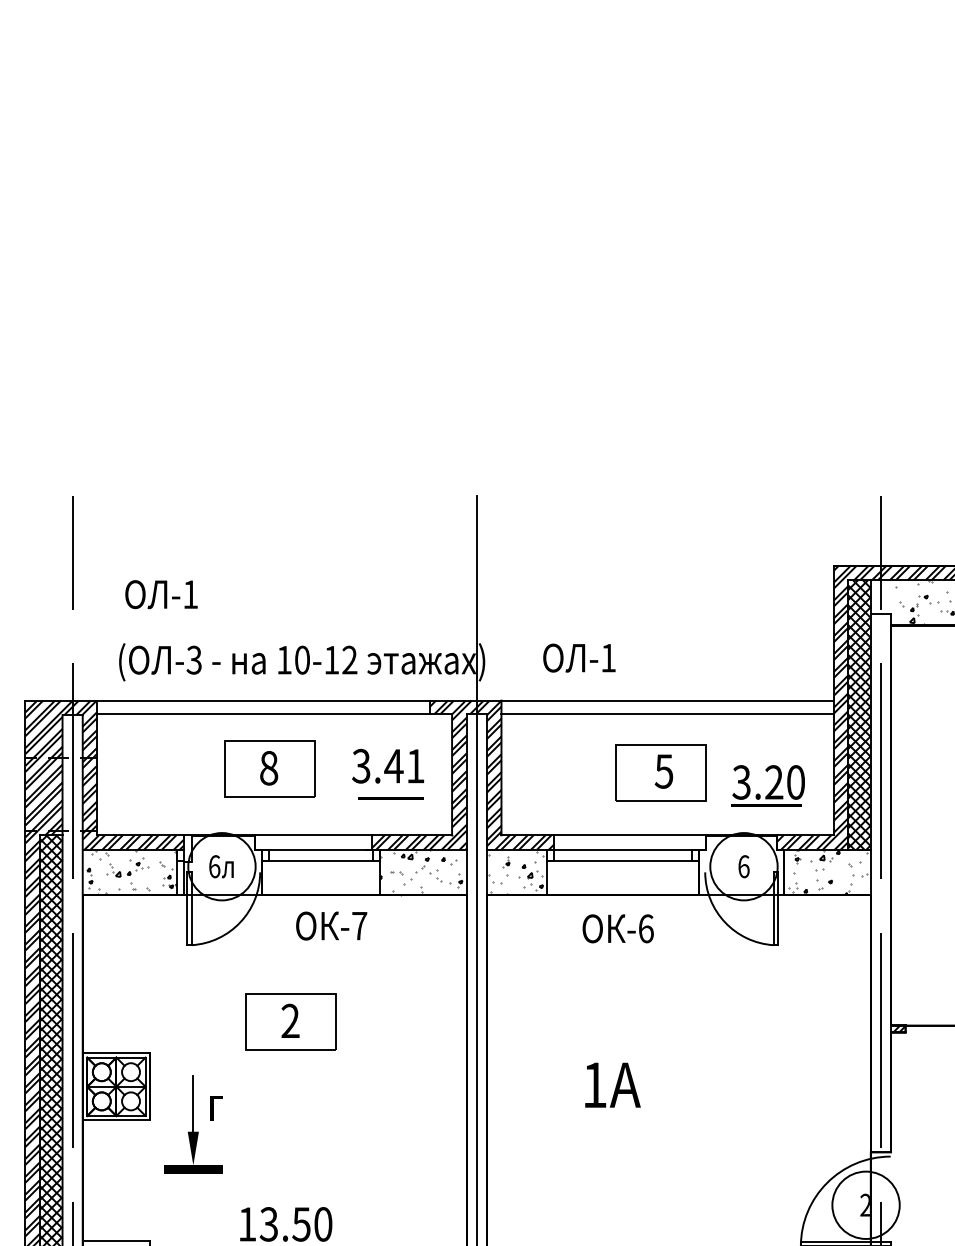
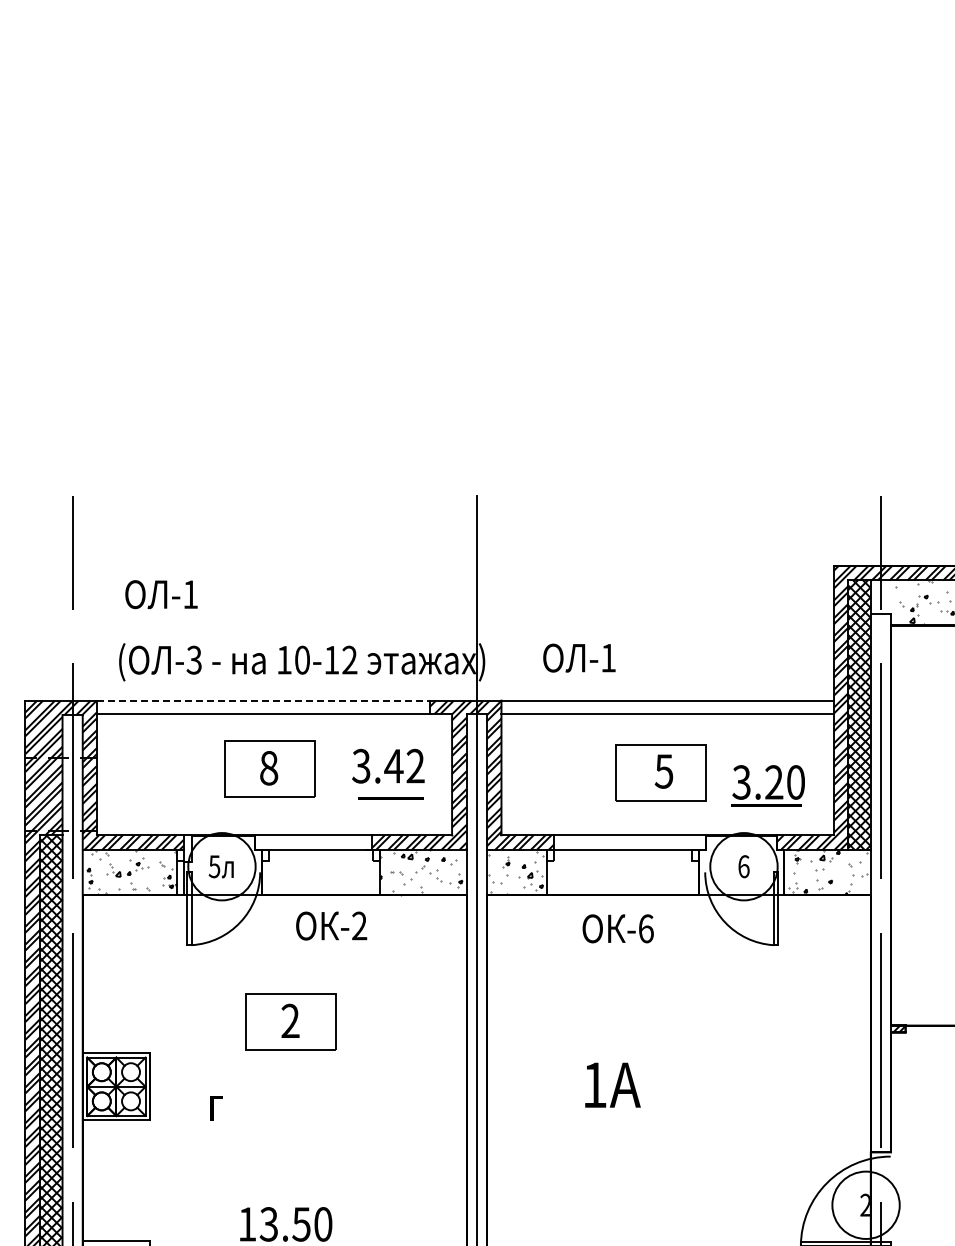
line at (263, 700): solid -> dashed
text at (415, 765): 3.41 -> 3.42
line at (317, 861): present -> none
line at (622, 861): present -> none
text at (214, 866): 6 -> 5
text at (359, 925): -7 -> -2
part at (193, 1124): present -> none
